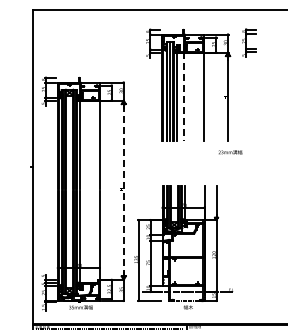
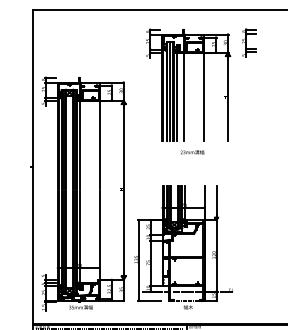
line at (184, 96): dashed -> solid
text at (230, 152) position: (230, 152) -> (192, 152)
line at (123, 190): dashed -> solid
